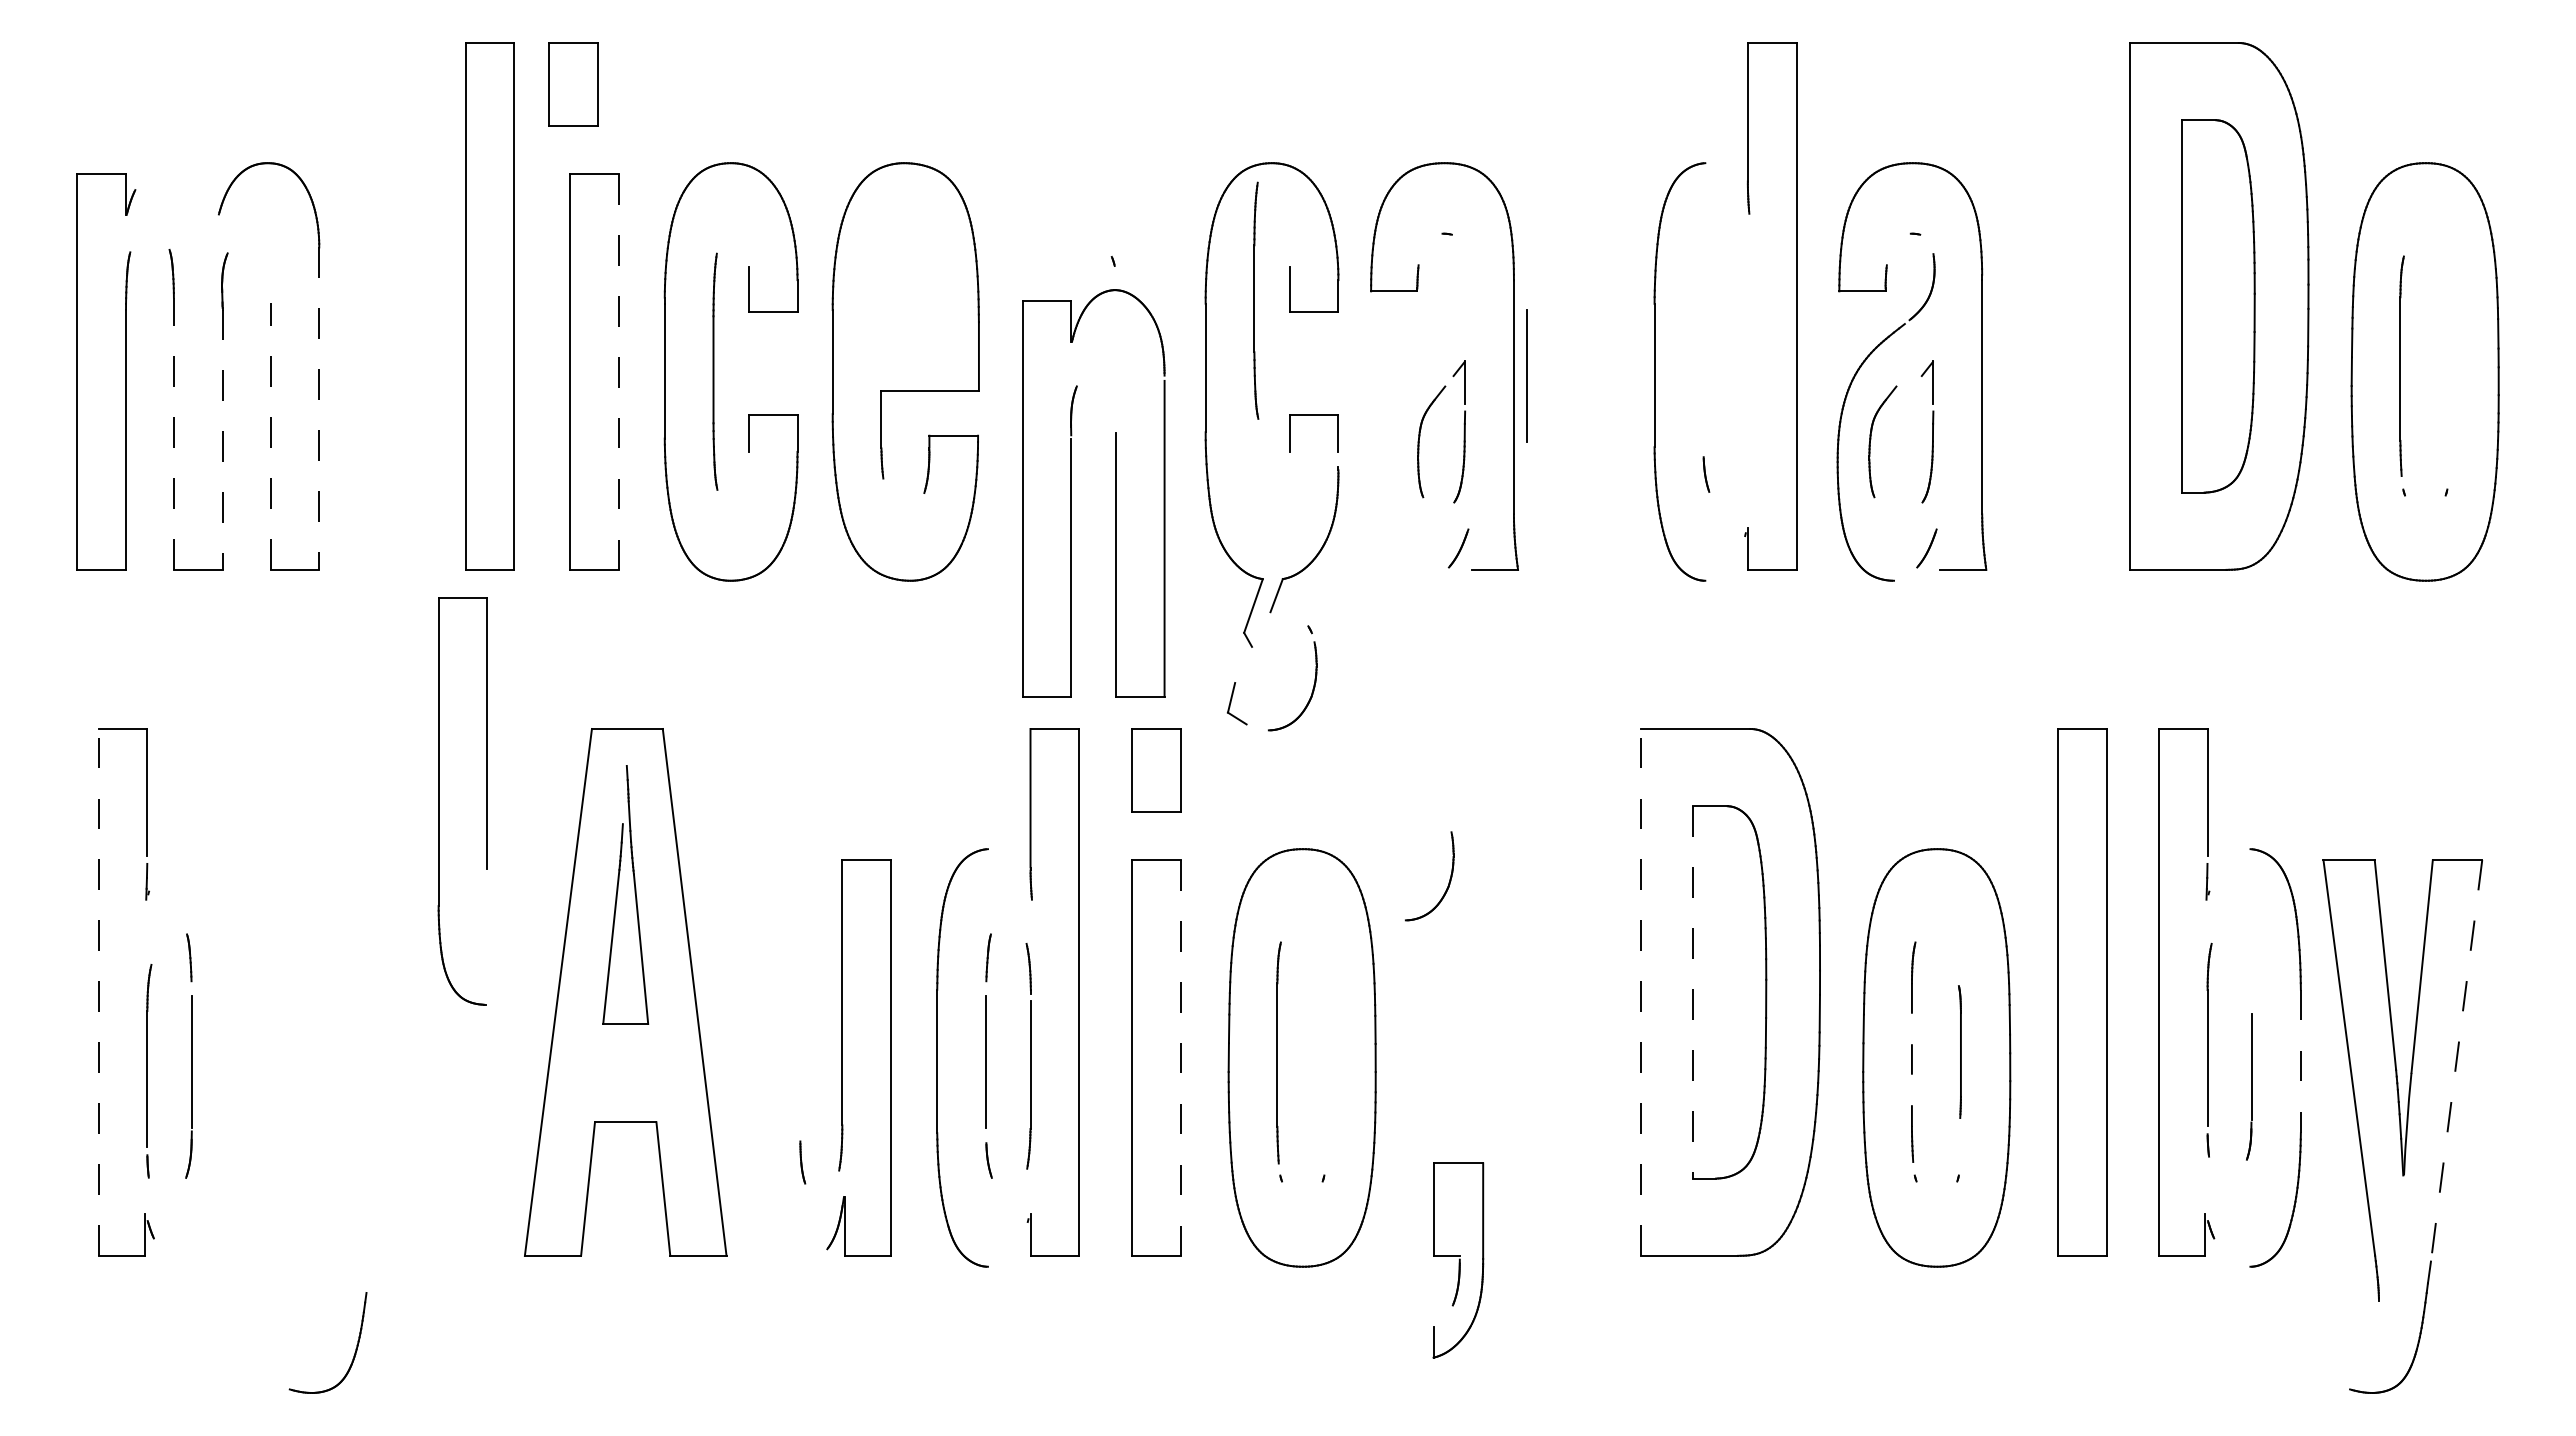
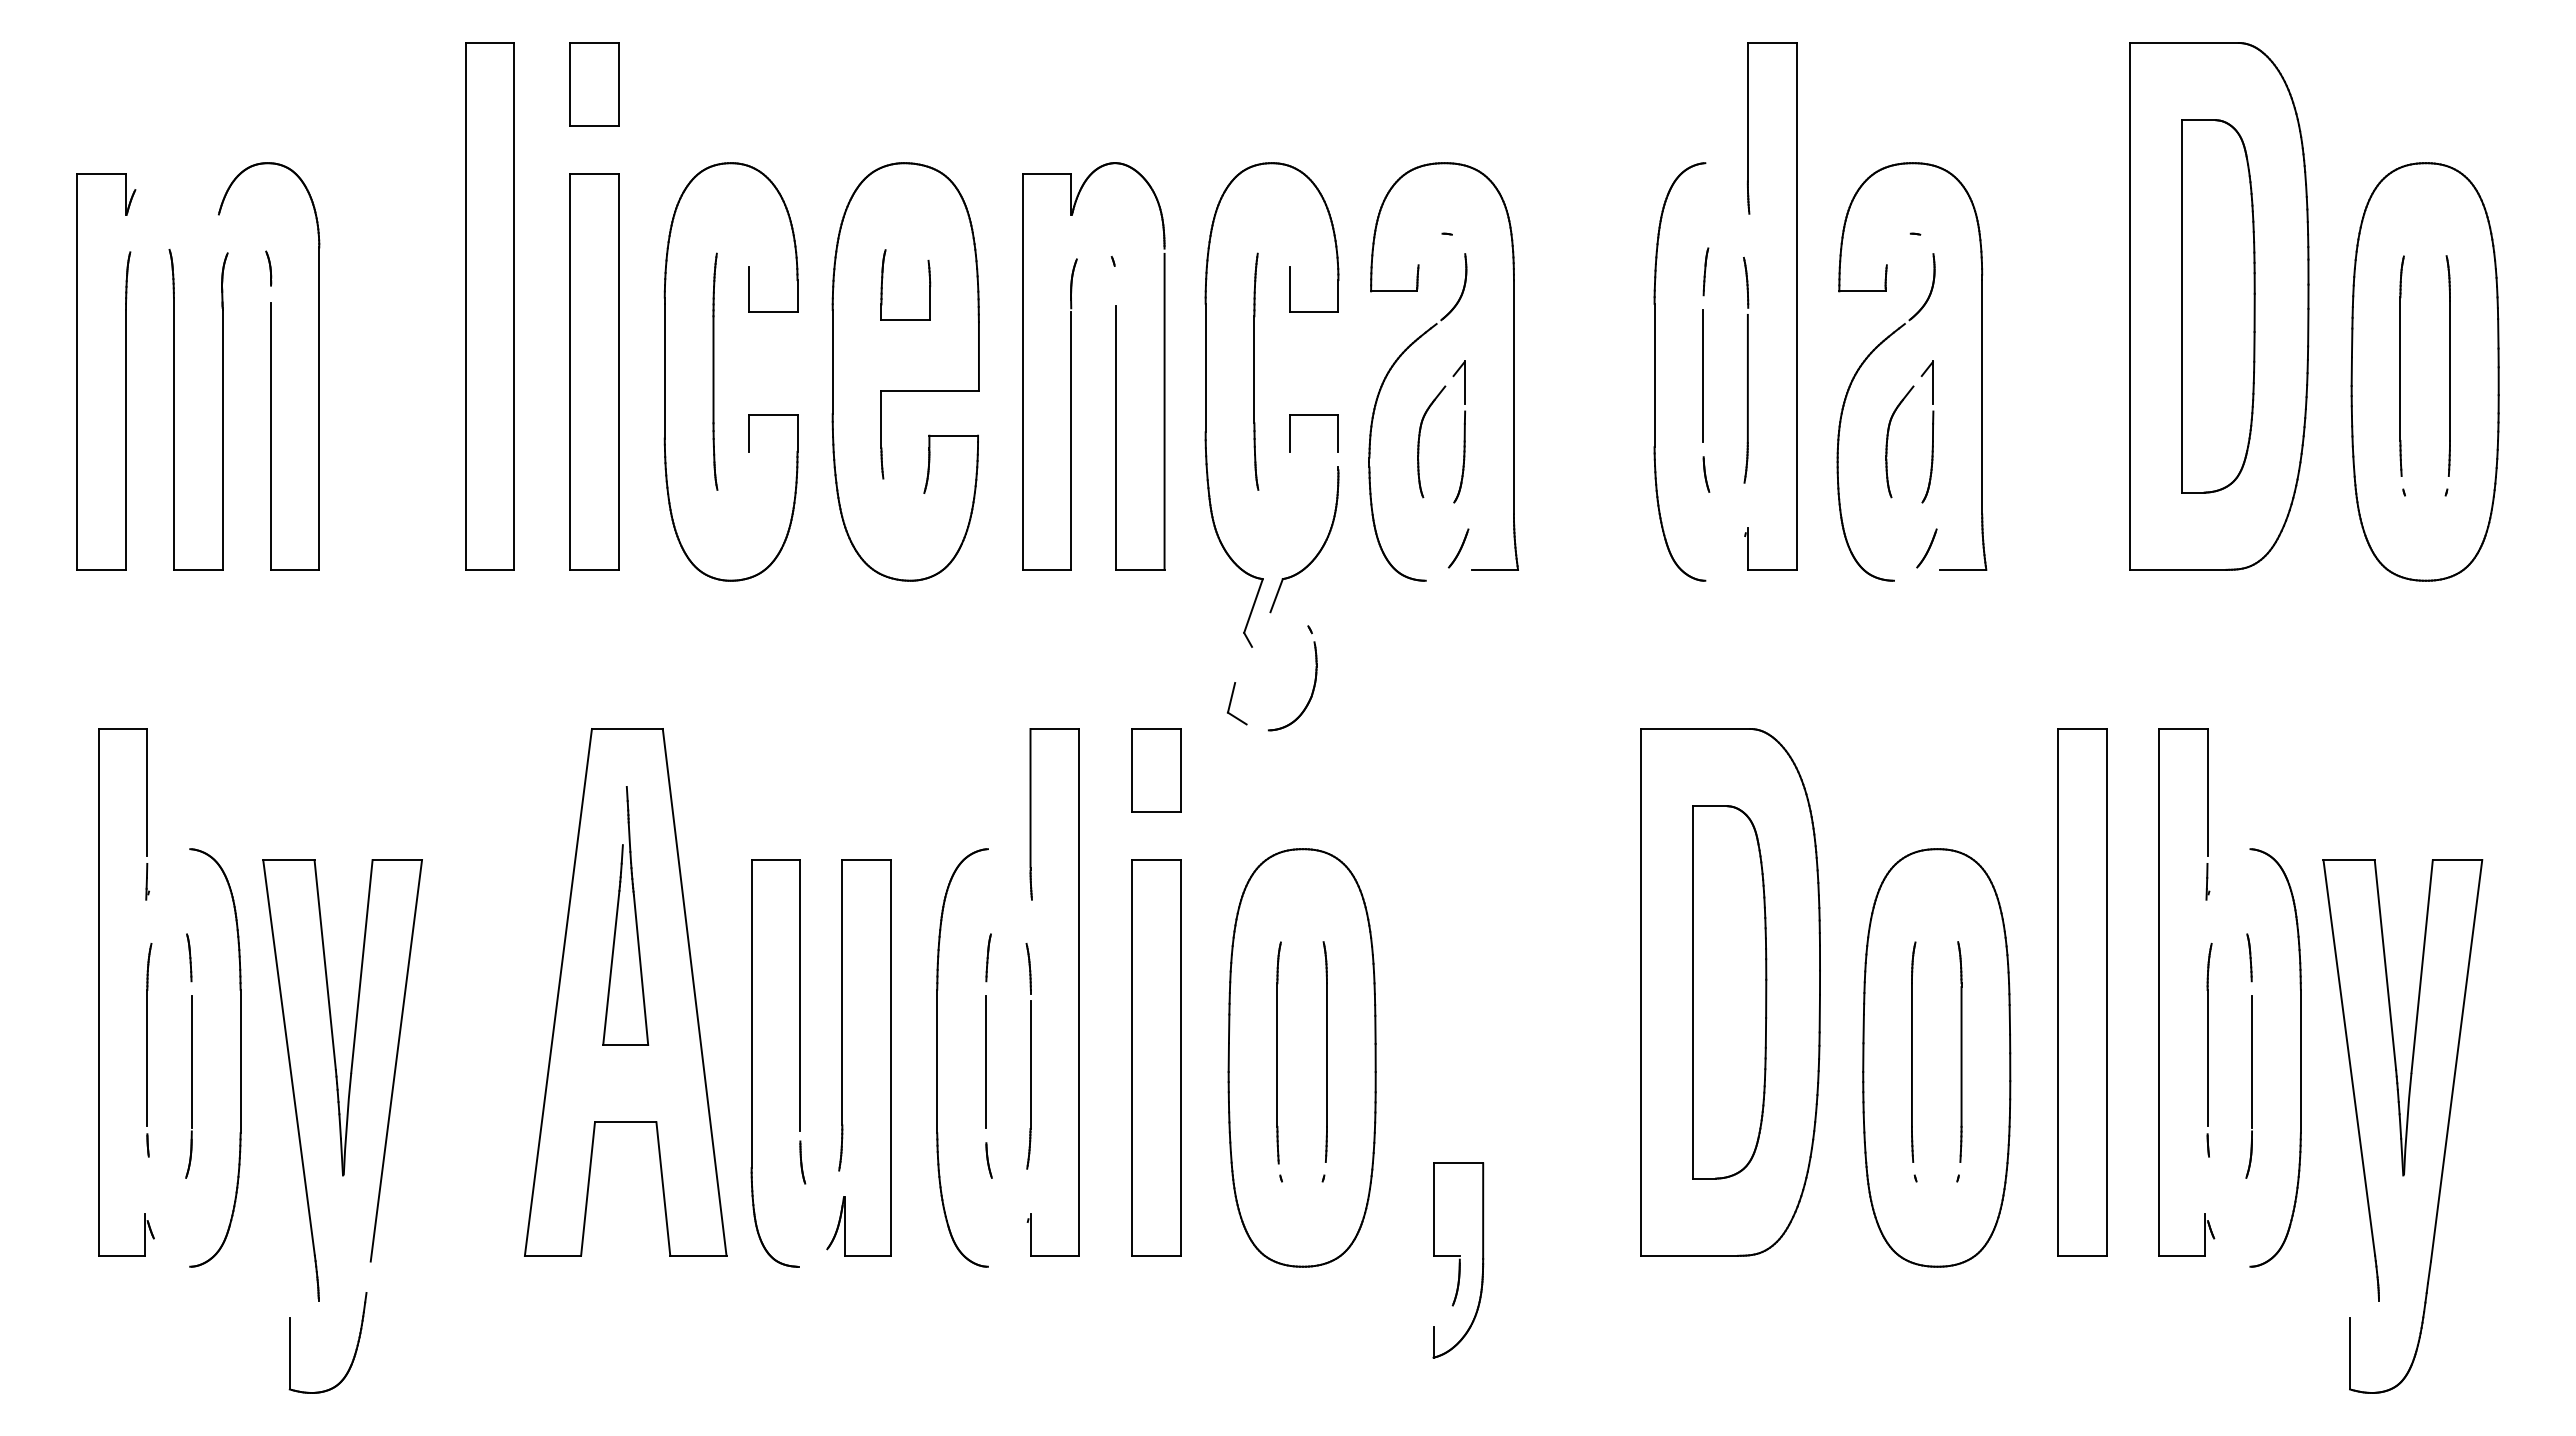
part at (573, 84) position: (573, 84) -> (594, 84)
part at (268, 268): none -> present
part at (1705, 271): none -> present
part at (883, 278): none -> present
part at (1256, 300) position: (1256, 300) -> (1256, 371)
part at (2447, 365): none -> present
part at (1746, 369): none -> present
line at (618, 371): dashed -> solid
line at (1526, 375) position: (1526, 375) -> (1702, 375)
line at (319, 409): dashed -> solid
part at (1375, 410): none -> present
line at (173, 433): dashed -> solid
line at (270, 436): dashed -> solid
part at (1871, 439) position: (1871, 439) -> (1888, 439)
line at (222, 440): dashed -> solid
part at (1071, 493) position: (1071, 493) -> (1071, 366)
part at (439, 801) position: (439, 801) -> (752, 1063)
part at (1448, 882): present -> none
part at (618, 891) position: (618, 891) -> (618, 912)
part at (2249, 957): none -> present
line at (98, 991): dashed -> solid
line at (1641, 991): dashed -> solid
line at (1693, 992): dashed -> solid
part at (1324, 1051): none -> present
part at (1959, 1051) size: 4x134 px -> 6x222 px
line at (1911, 1055): dashed -> solid
part at (240, 1057): none -> present
line at (1180, 1057): dashed -> solid
line at (2300, 1061): dashed -> solid
line at (2456, 1061): dashed -> solid
part at (149, 1071) position: (149, 1071) -> (149, 1050)
part at (342, 1080): none -> present
part at (2249, 1086) size: 7x148 px -> 8x184 px
line at (289, 1353): none -> present
line at (2350, 1353): none -> present
